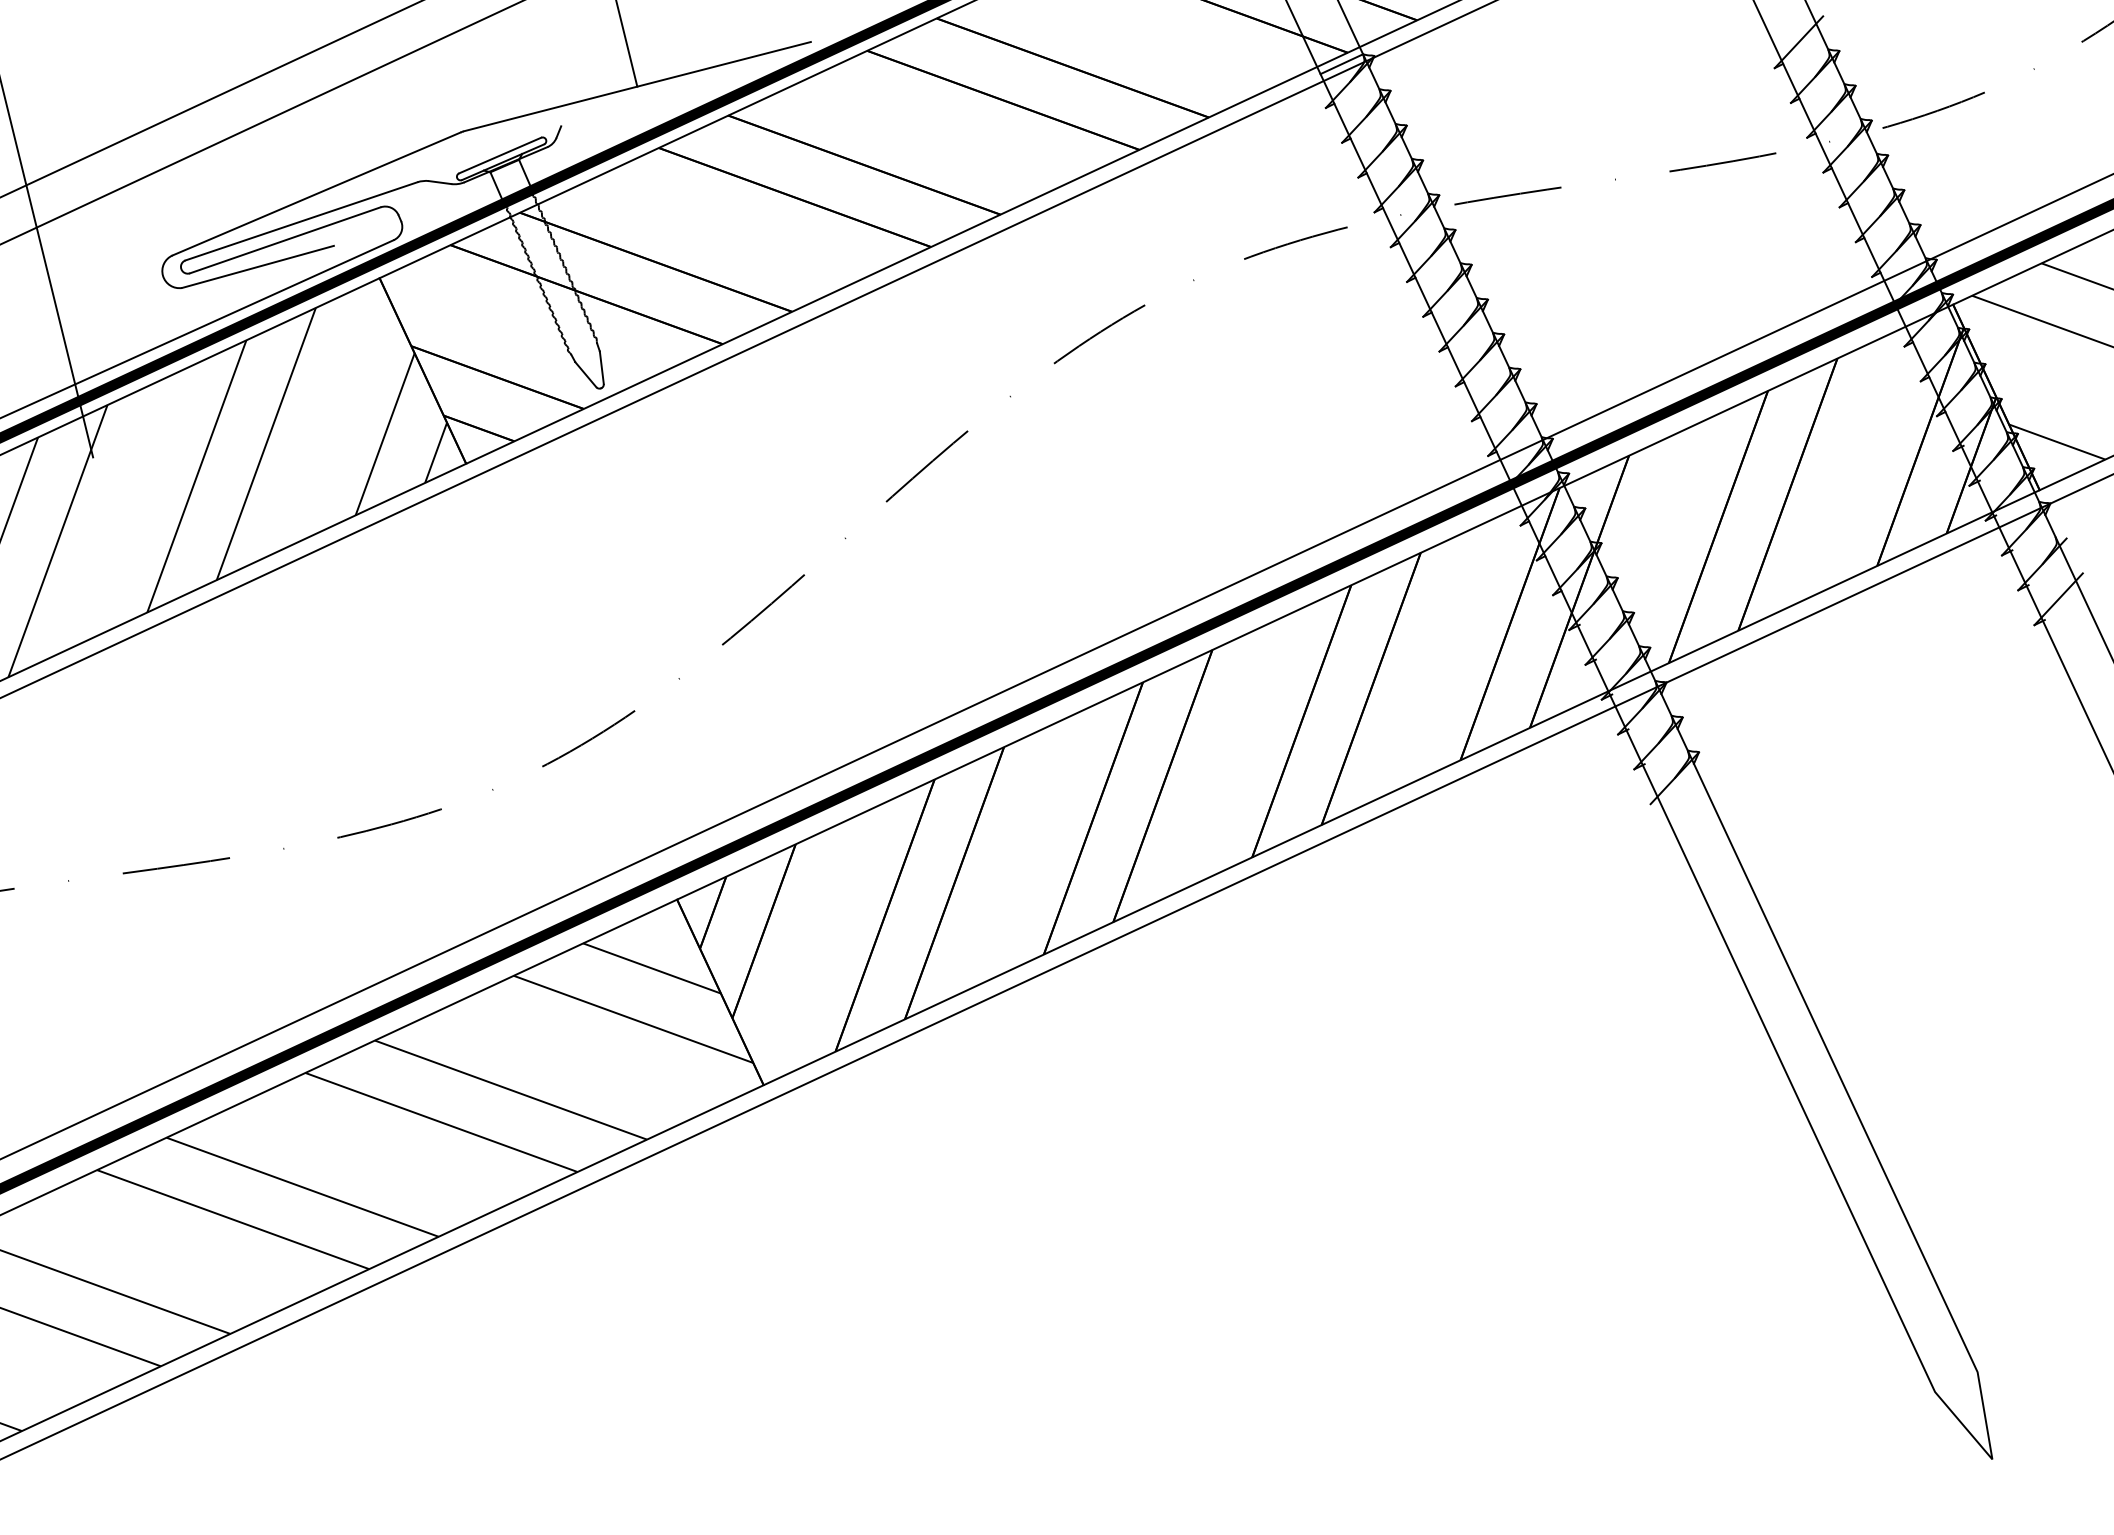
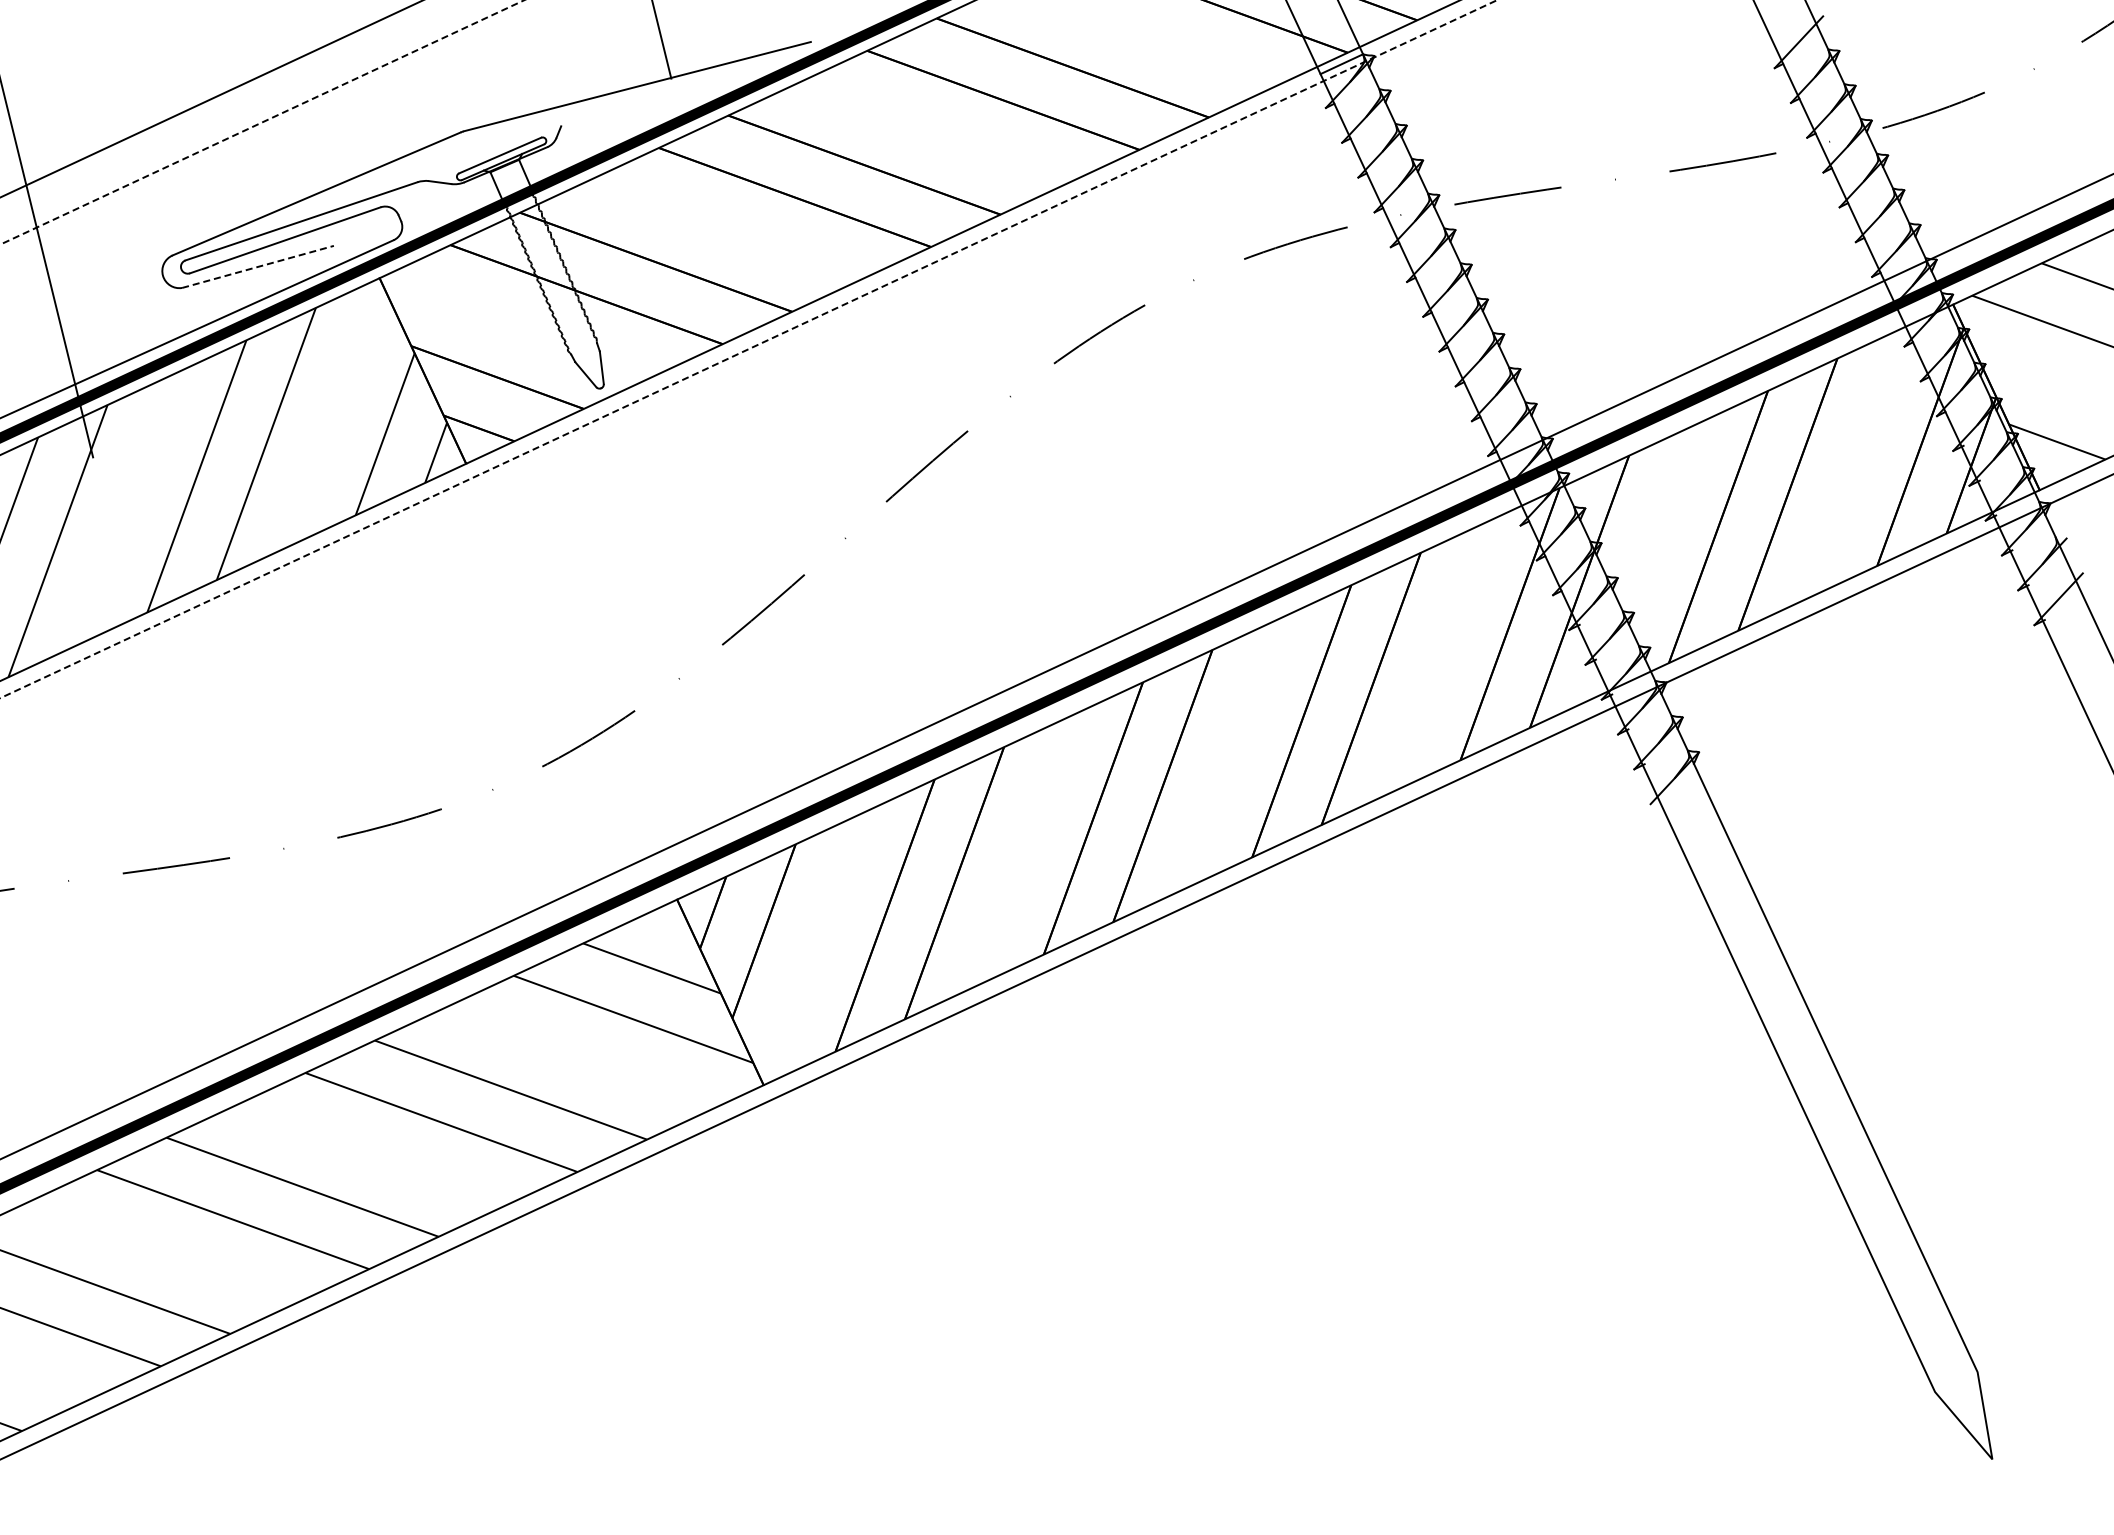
line at (626, 44) position: (626, 44) -> (661, 40)
line at (262, 122): solid -> dashed
line at (258, 266): solid -> dashed
line at (749, 348): solid -> dashed
